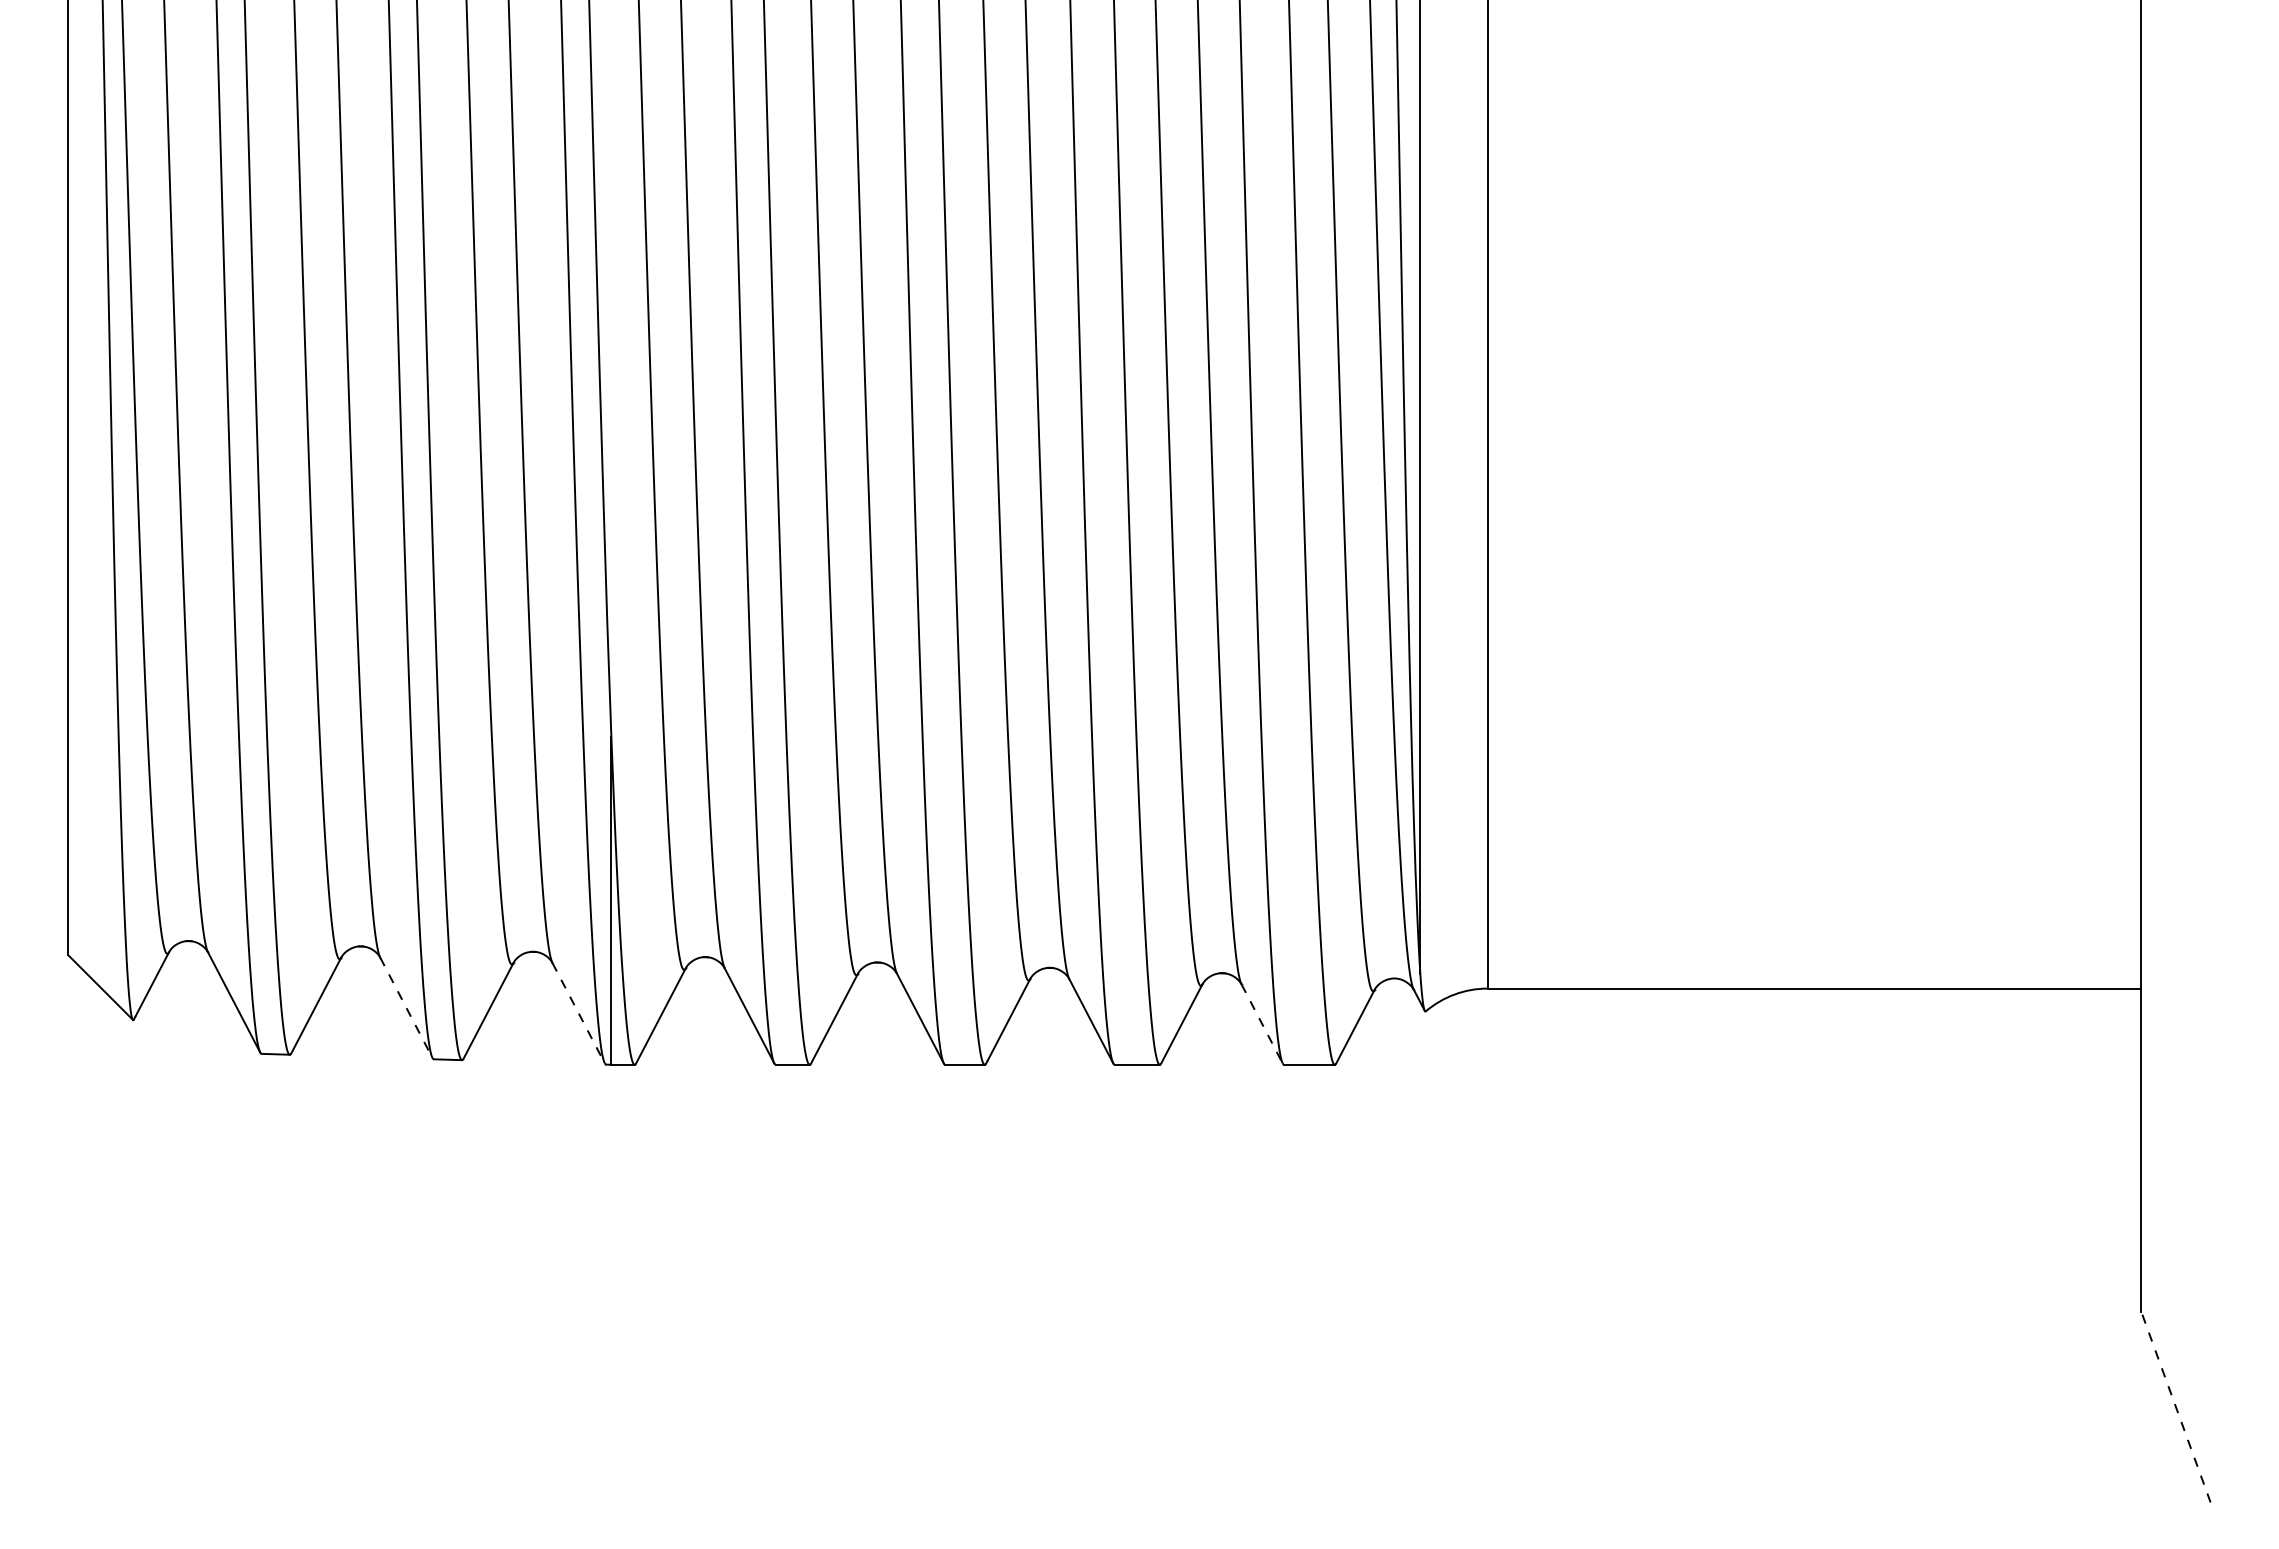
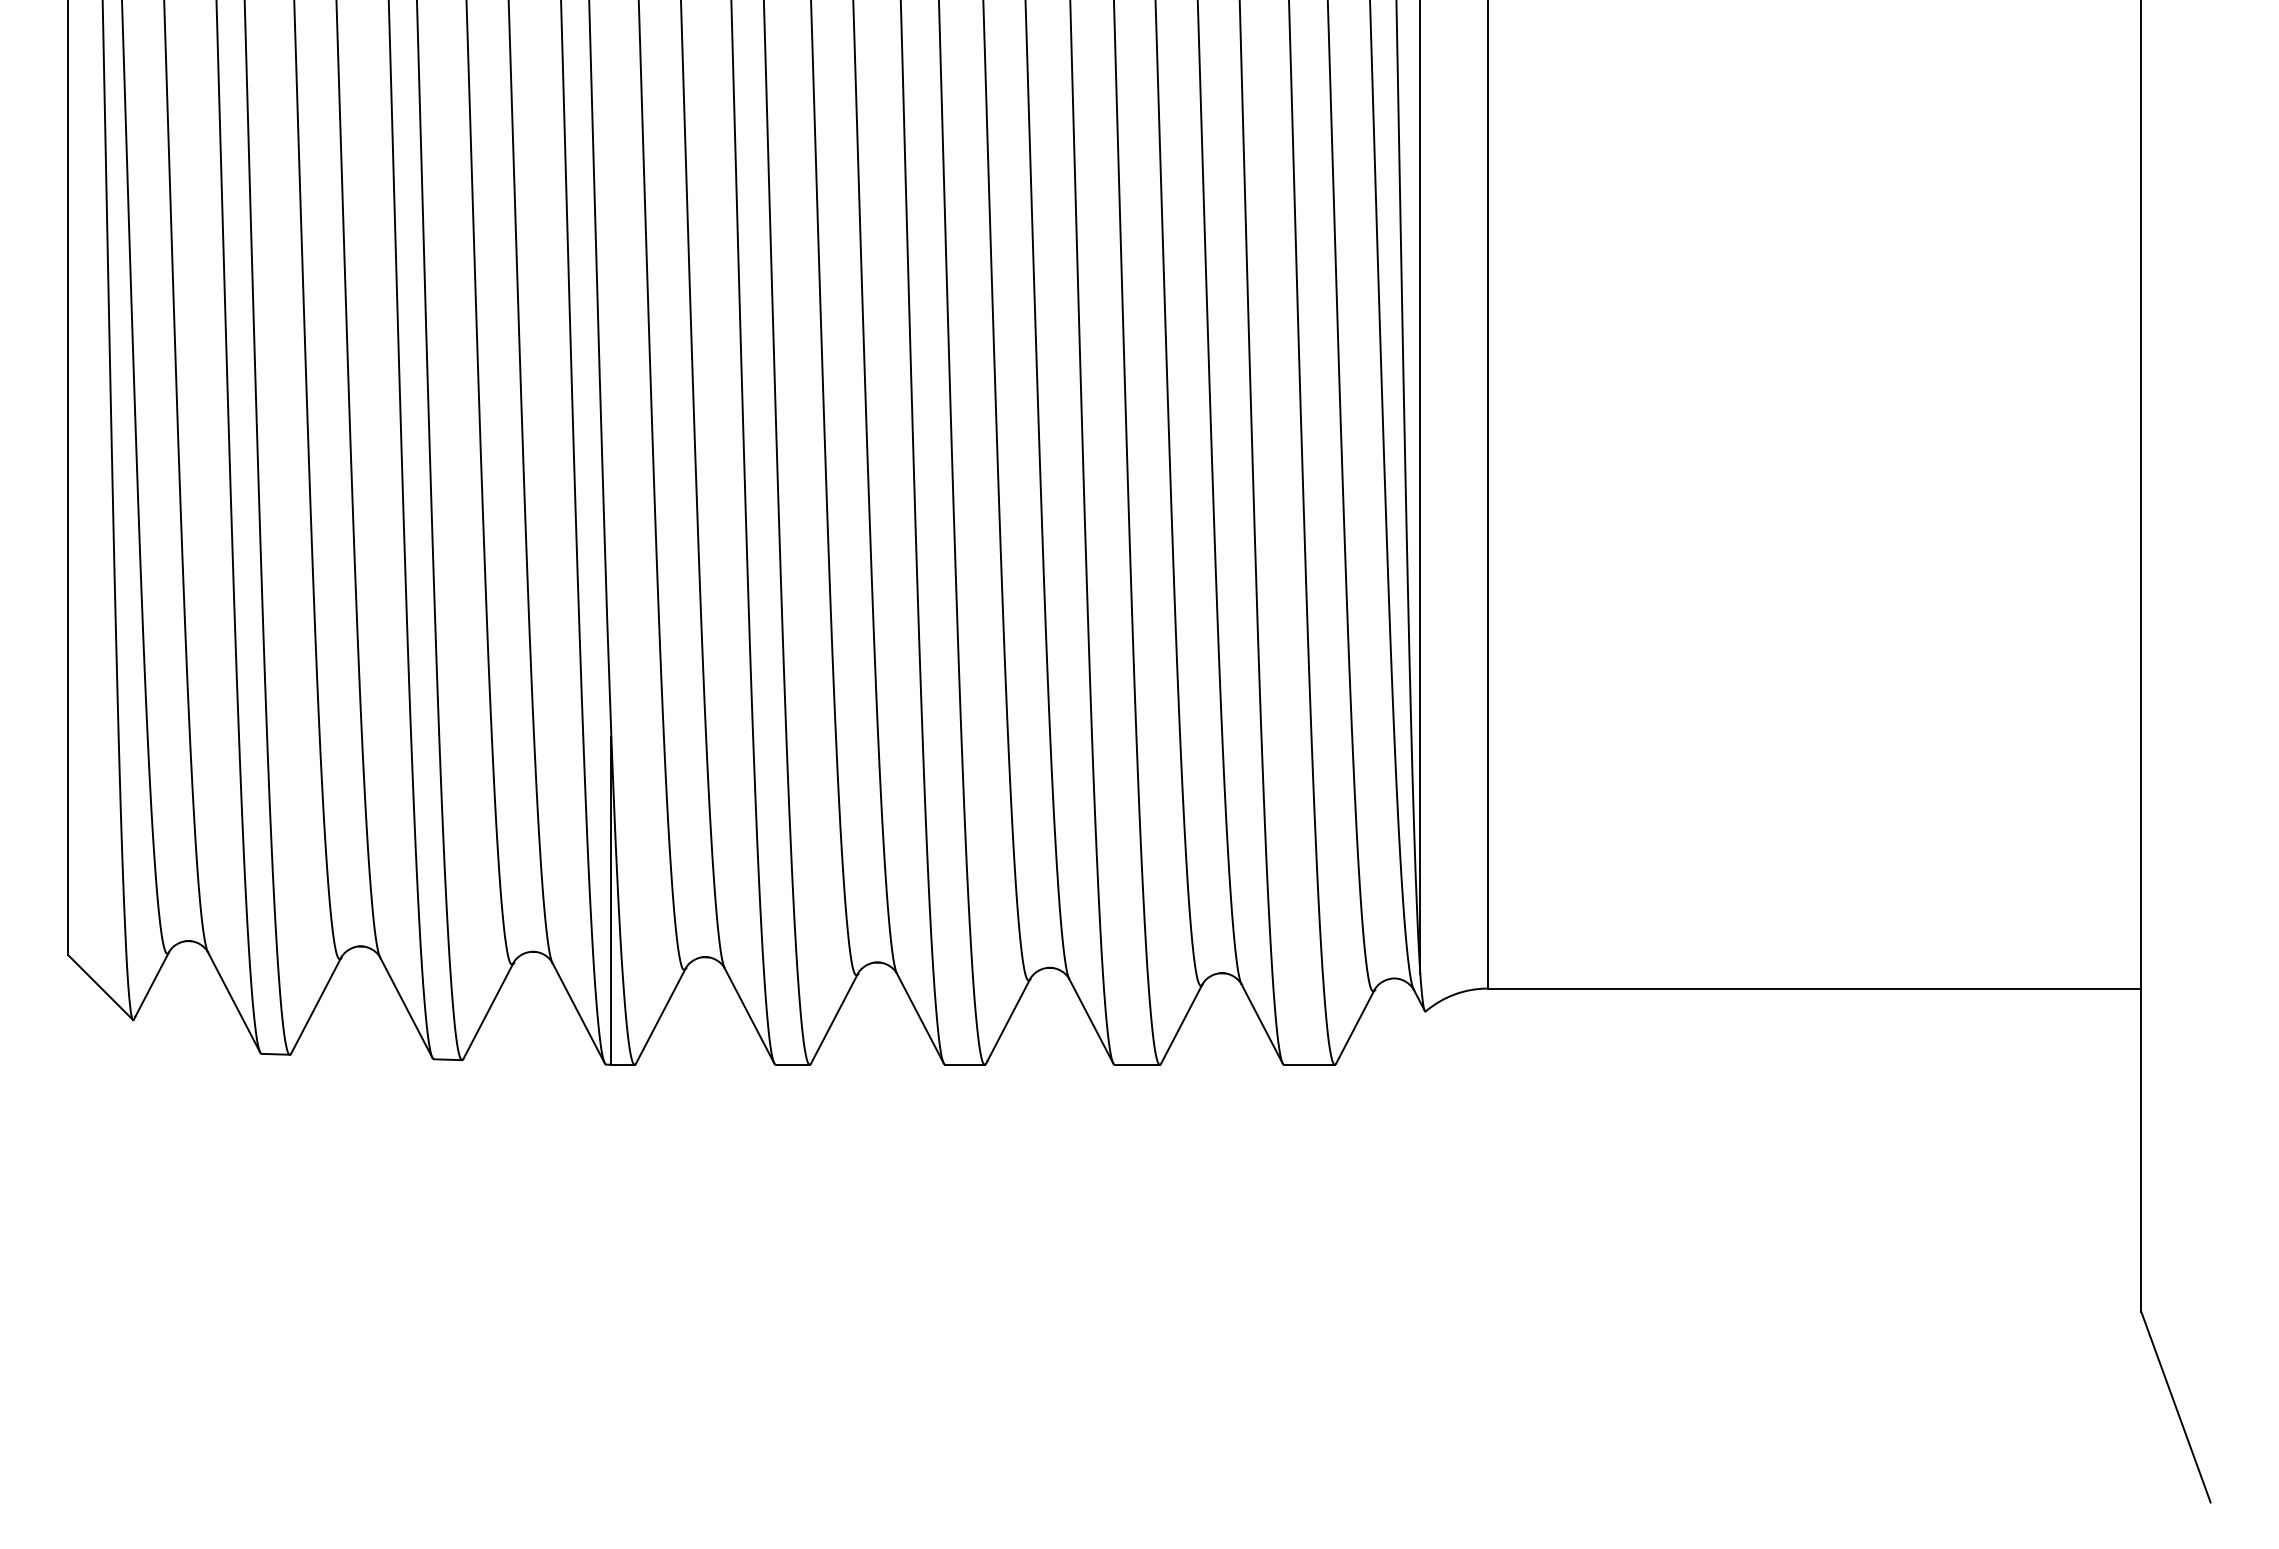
line at (406, 1007): dashed -> solid
line at (578, 1013): dashed -> solid
line at (1262, 1023): dashed -> solid
line at (2175, 1406): dashed -> solid
